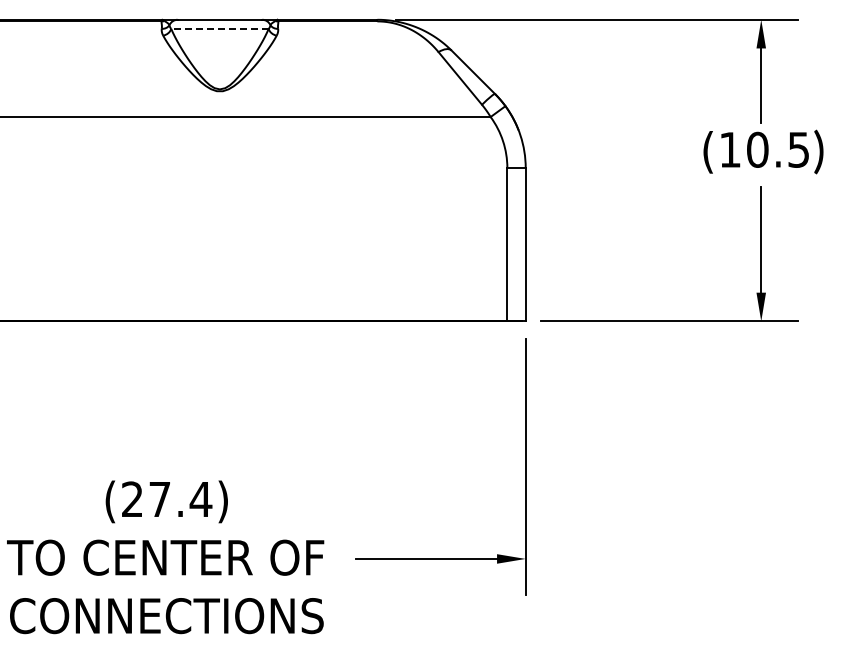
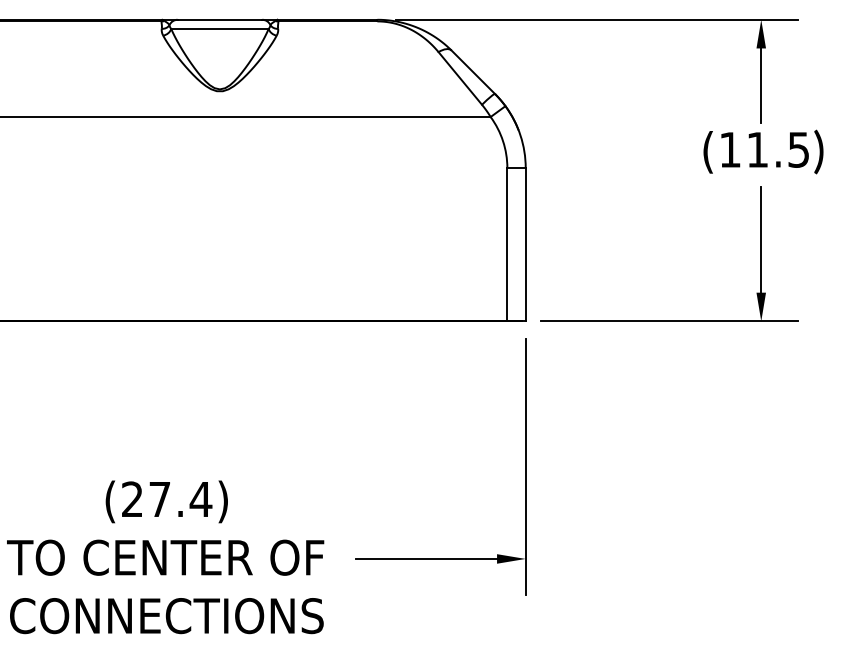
line at (219, 28): dashed -> solid
text at (757, 149): (10.5 -> (11.5
